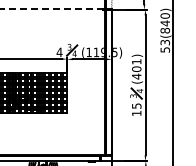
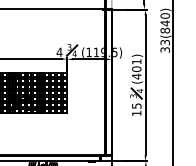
line at (53, 9): dashed -> solid
text at (164, 49): 53(840) -> 33(840)
